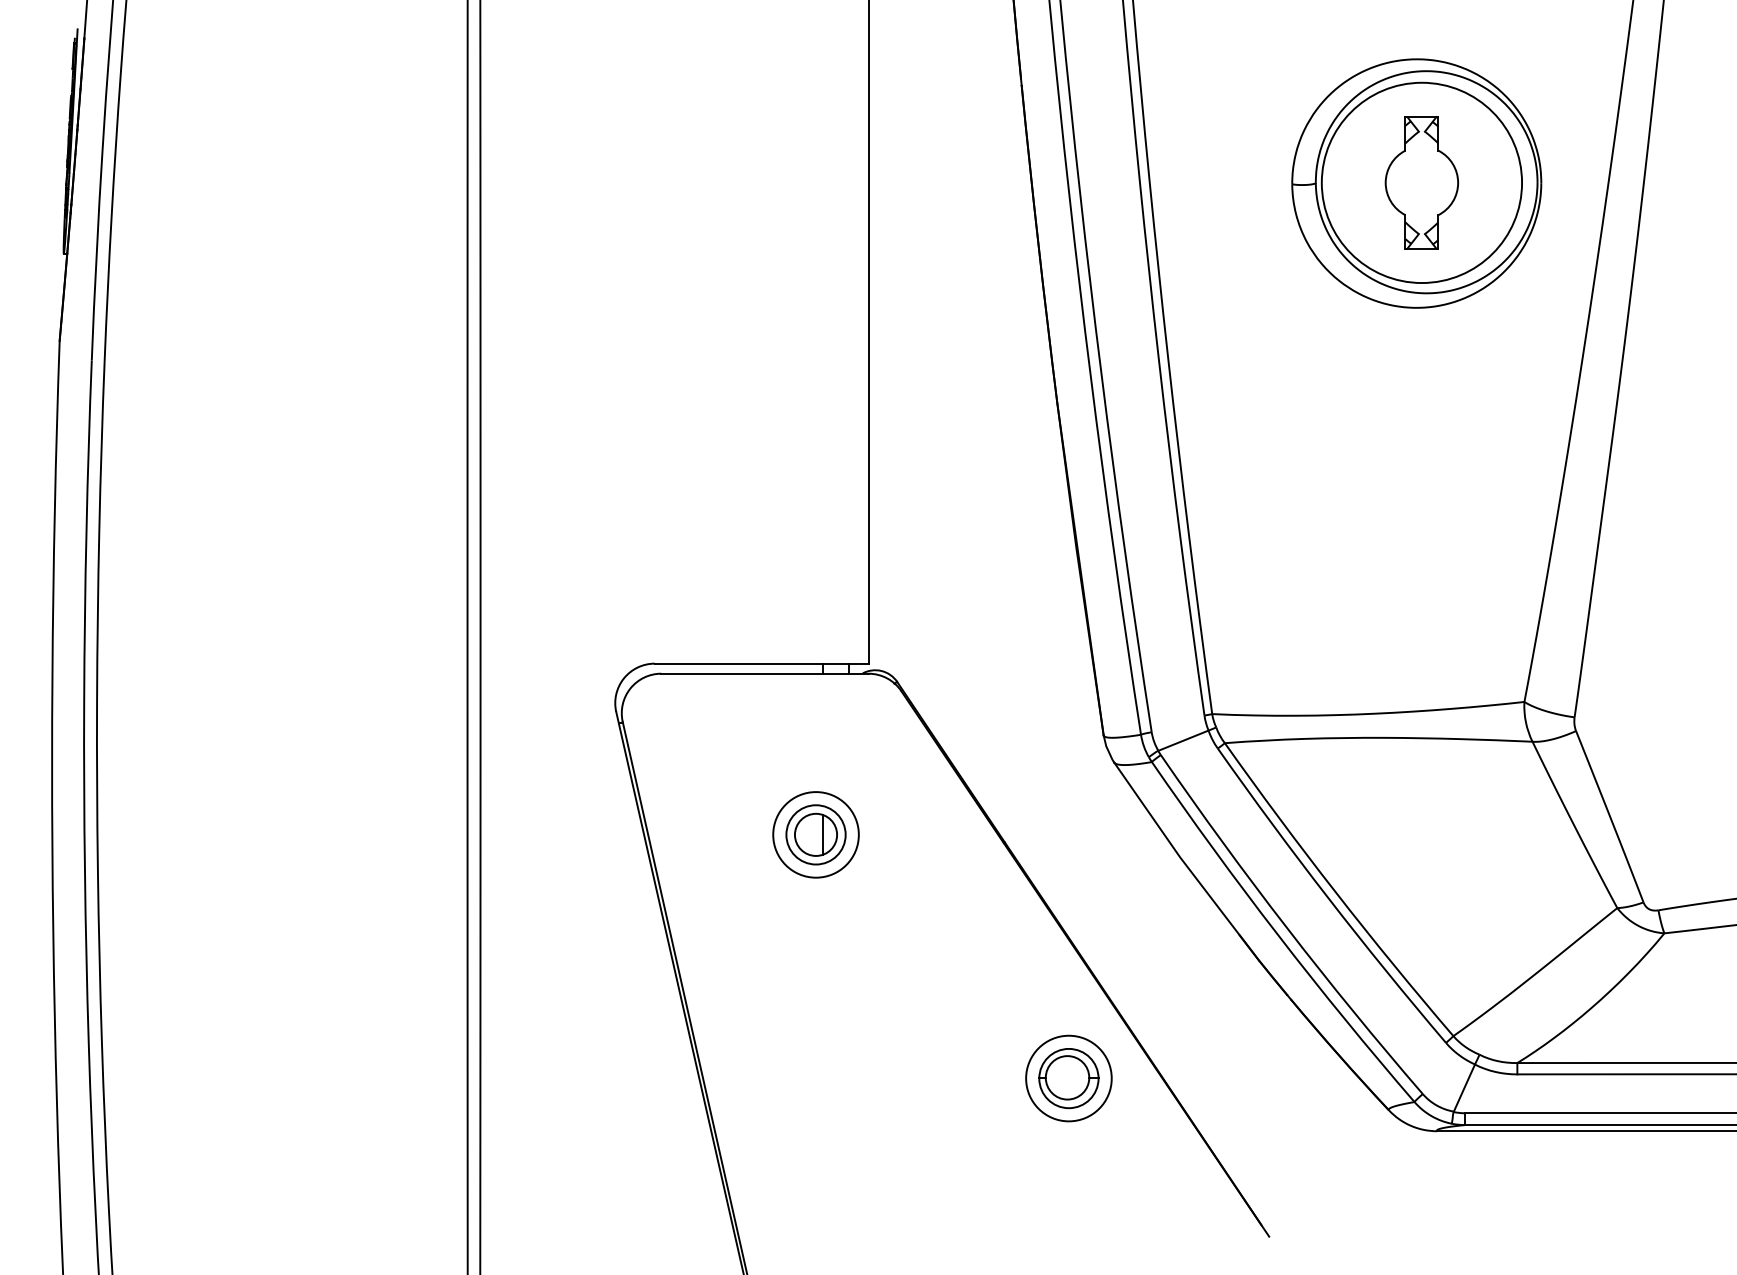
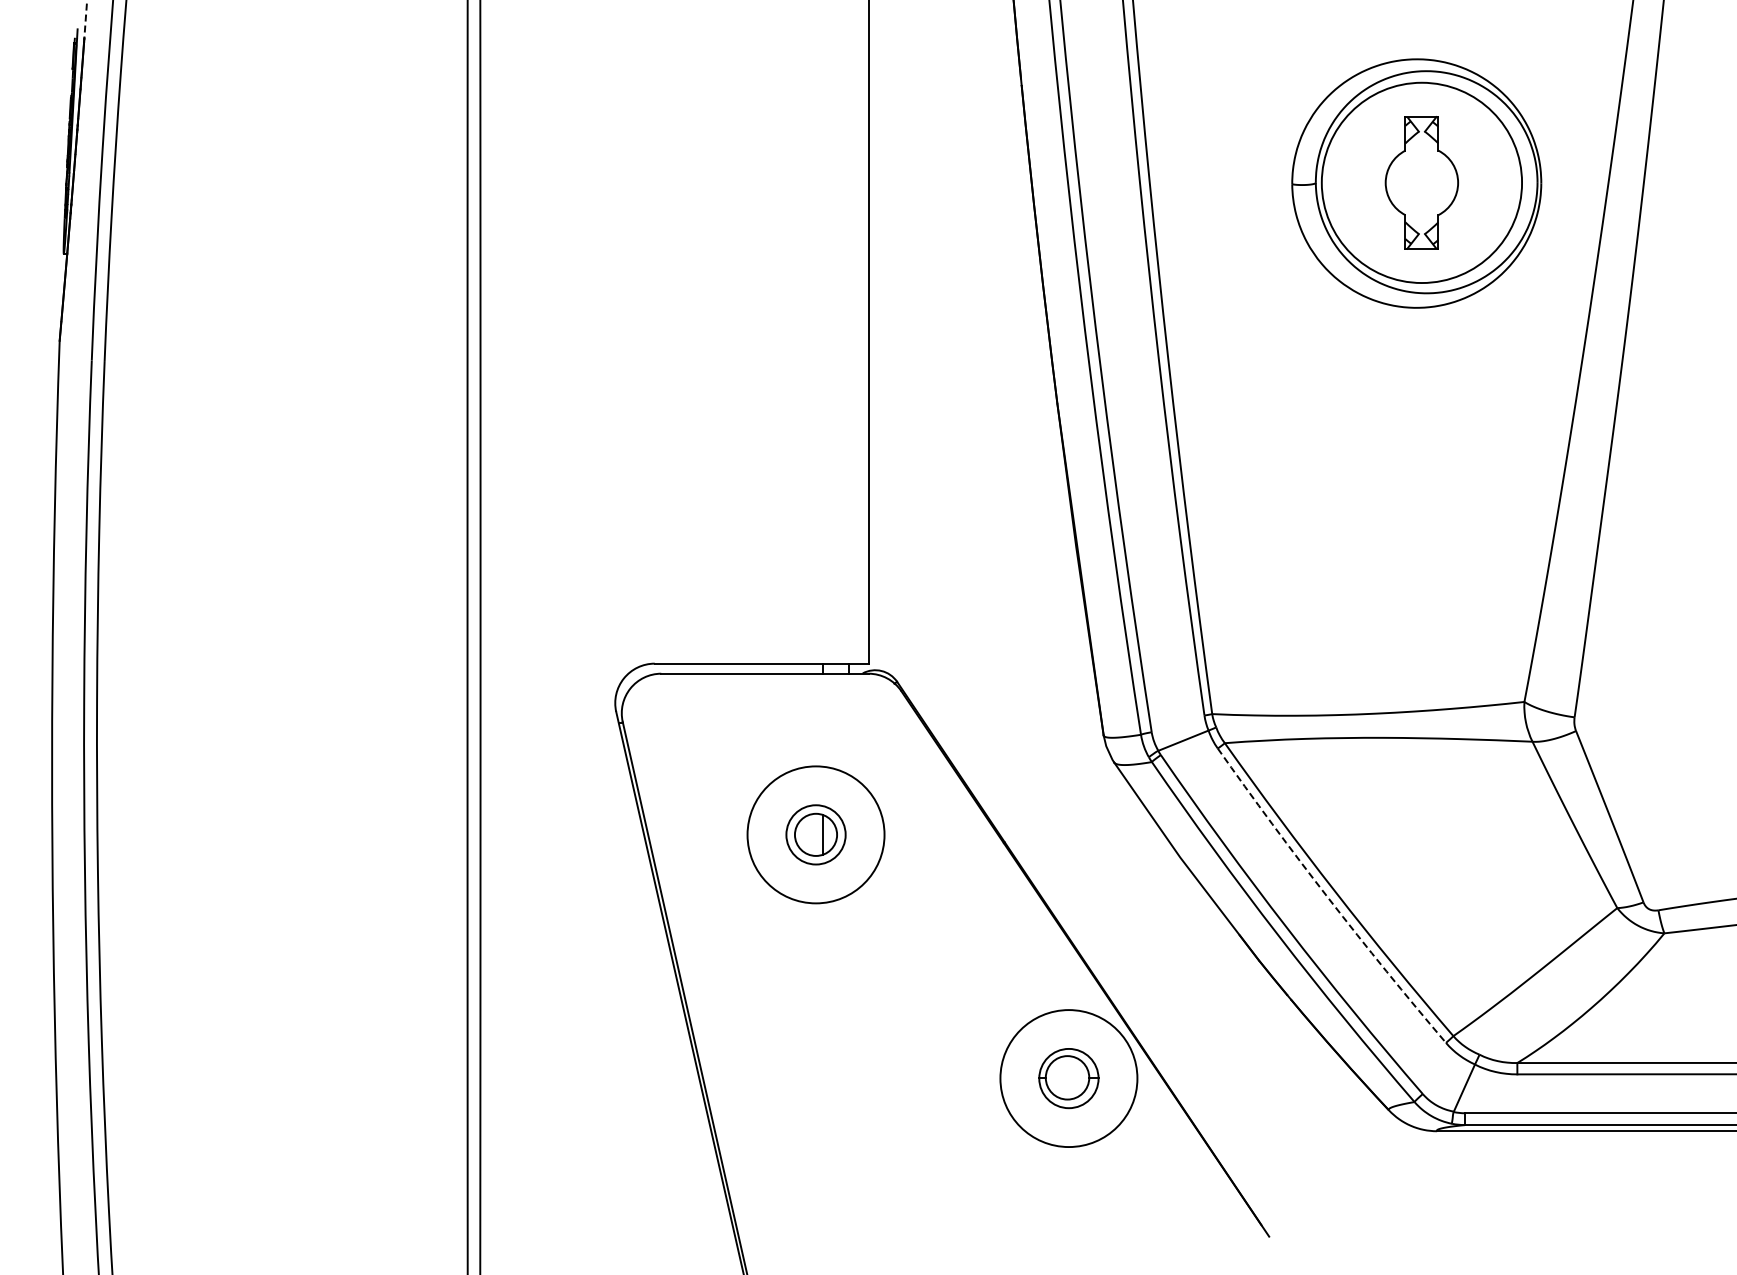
line at (85, 22): solid -> dashed
circle at (815, 834) diameter: 86 px -> 137 px
arc at (1328, 898): solid -> dashed
circle at (1068, 1078) diameter: 86 px -> 137 px
